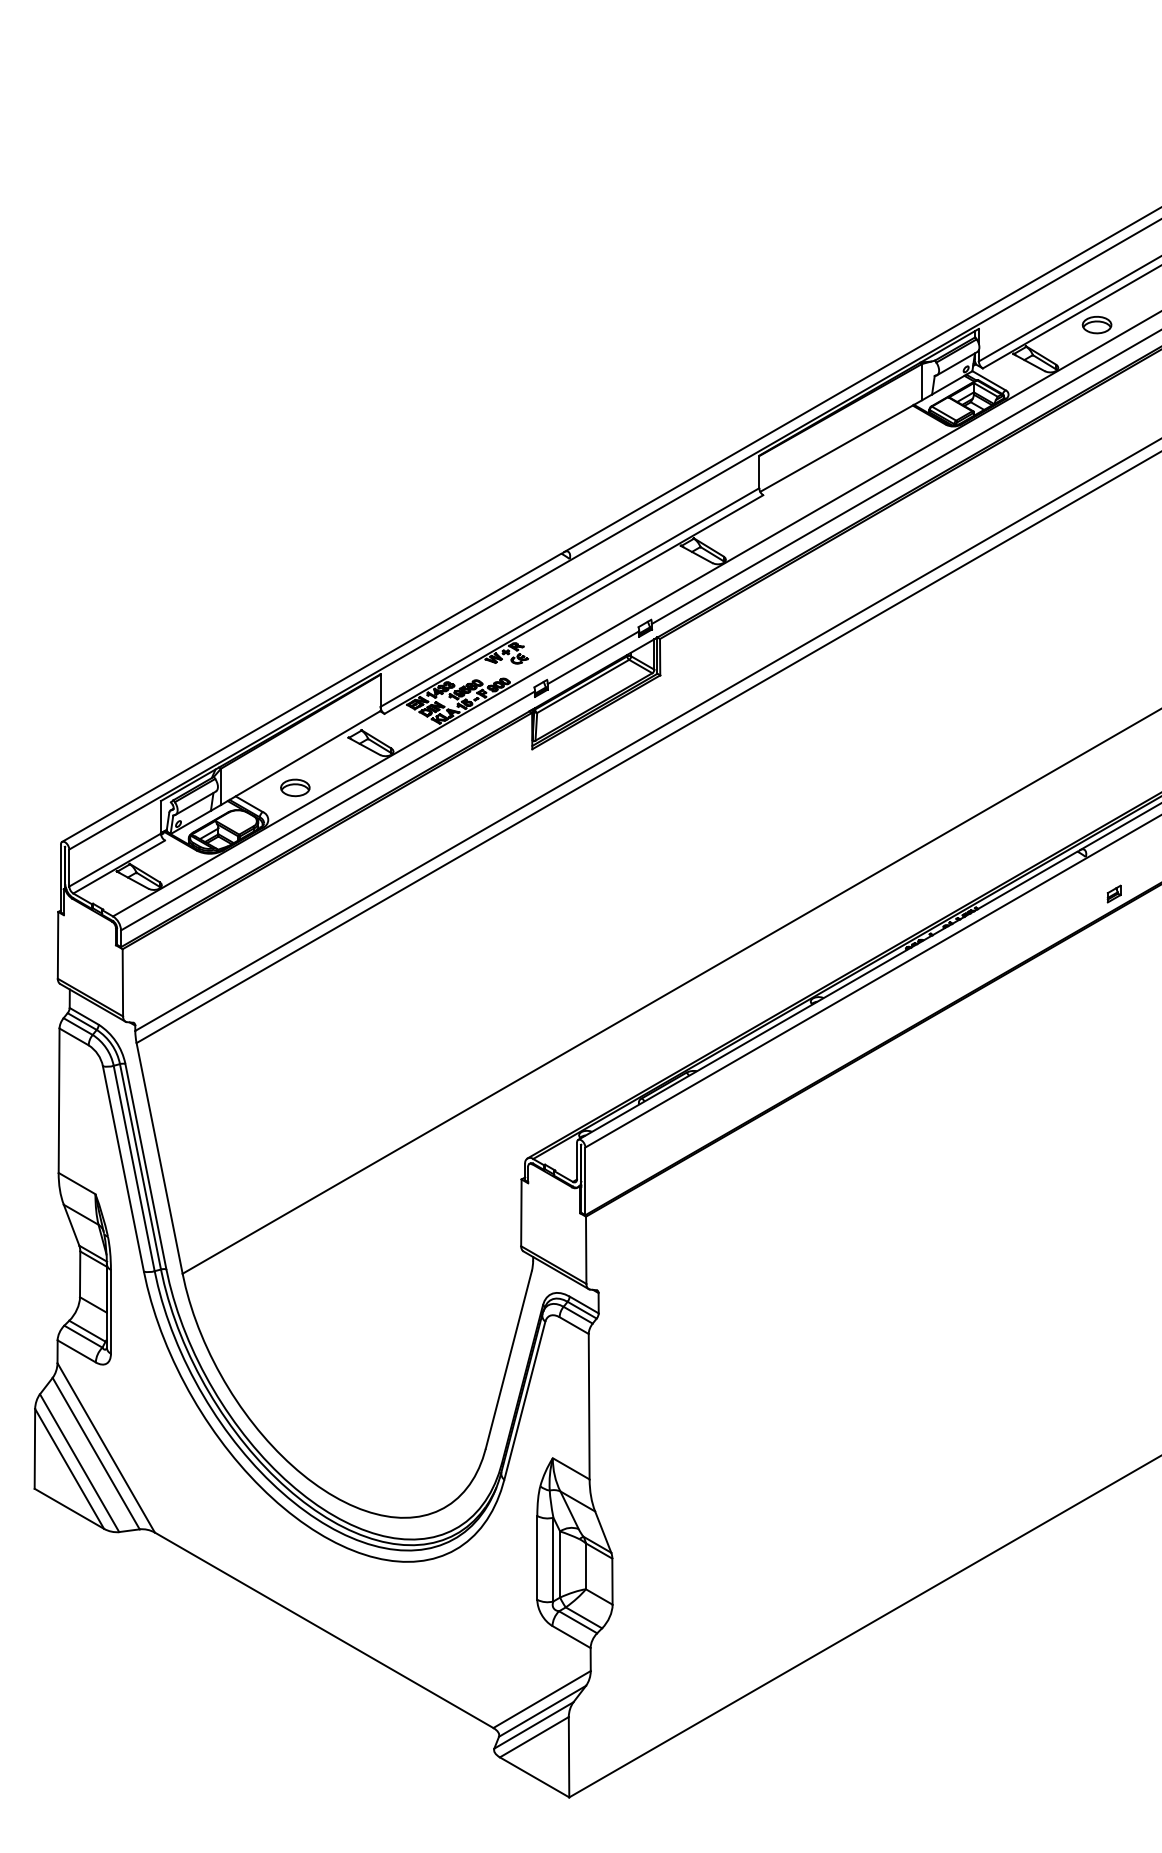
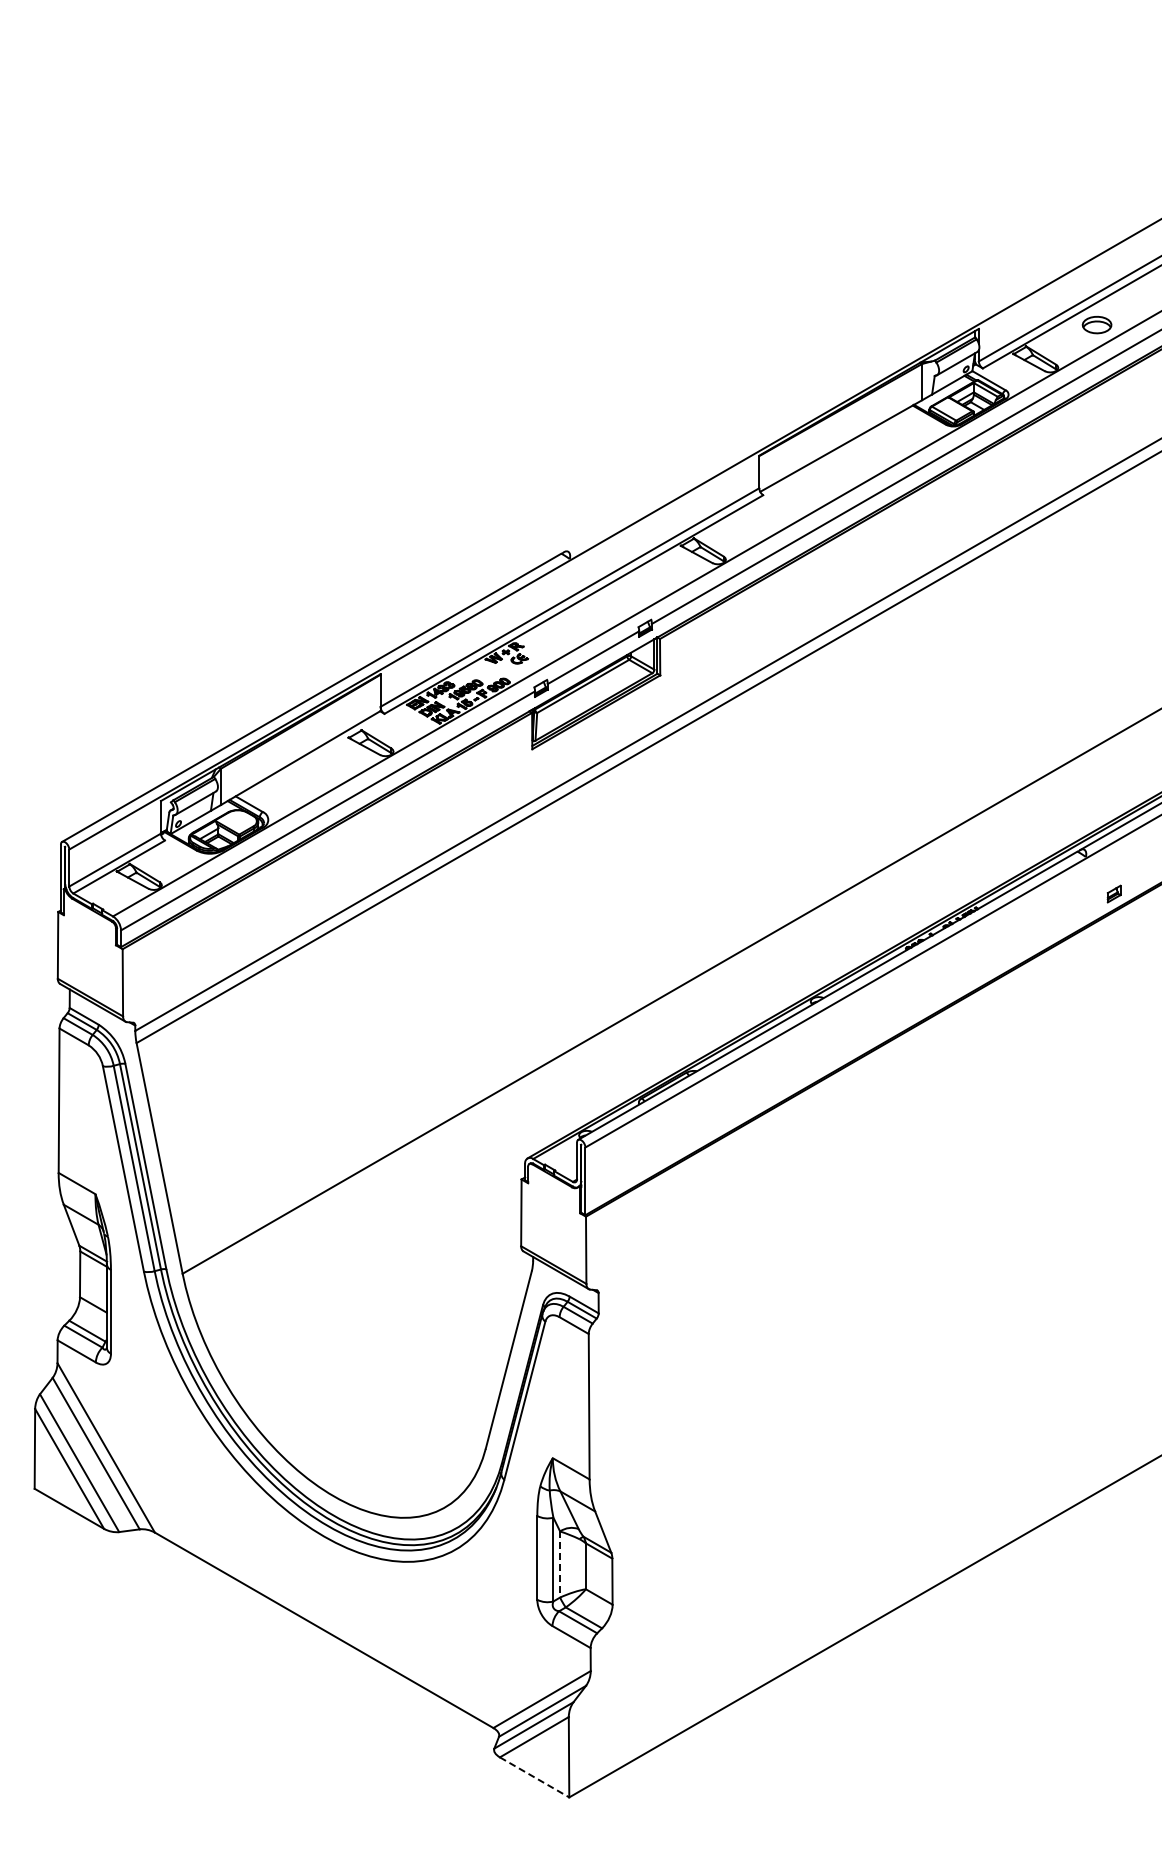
line at (861, 380): present -> none
part at (295, 787): present -> none
line at (560, 1565): solid -> dashed
line at (535, 1777): solid -> dashed
